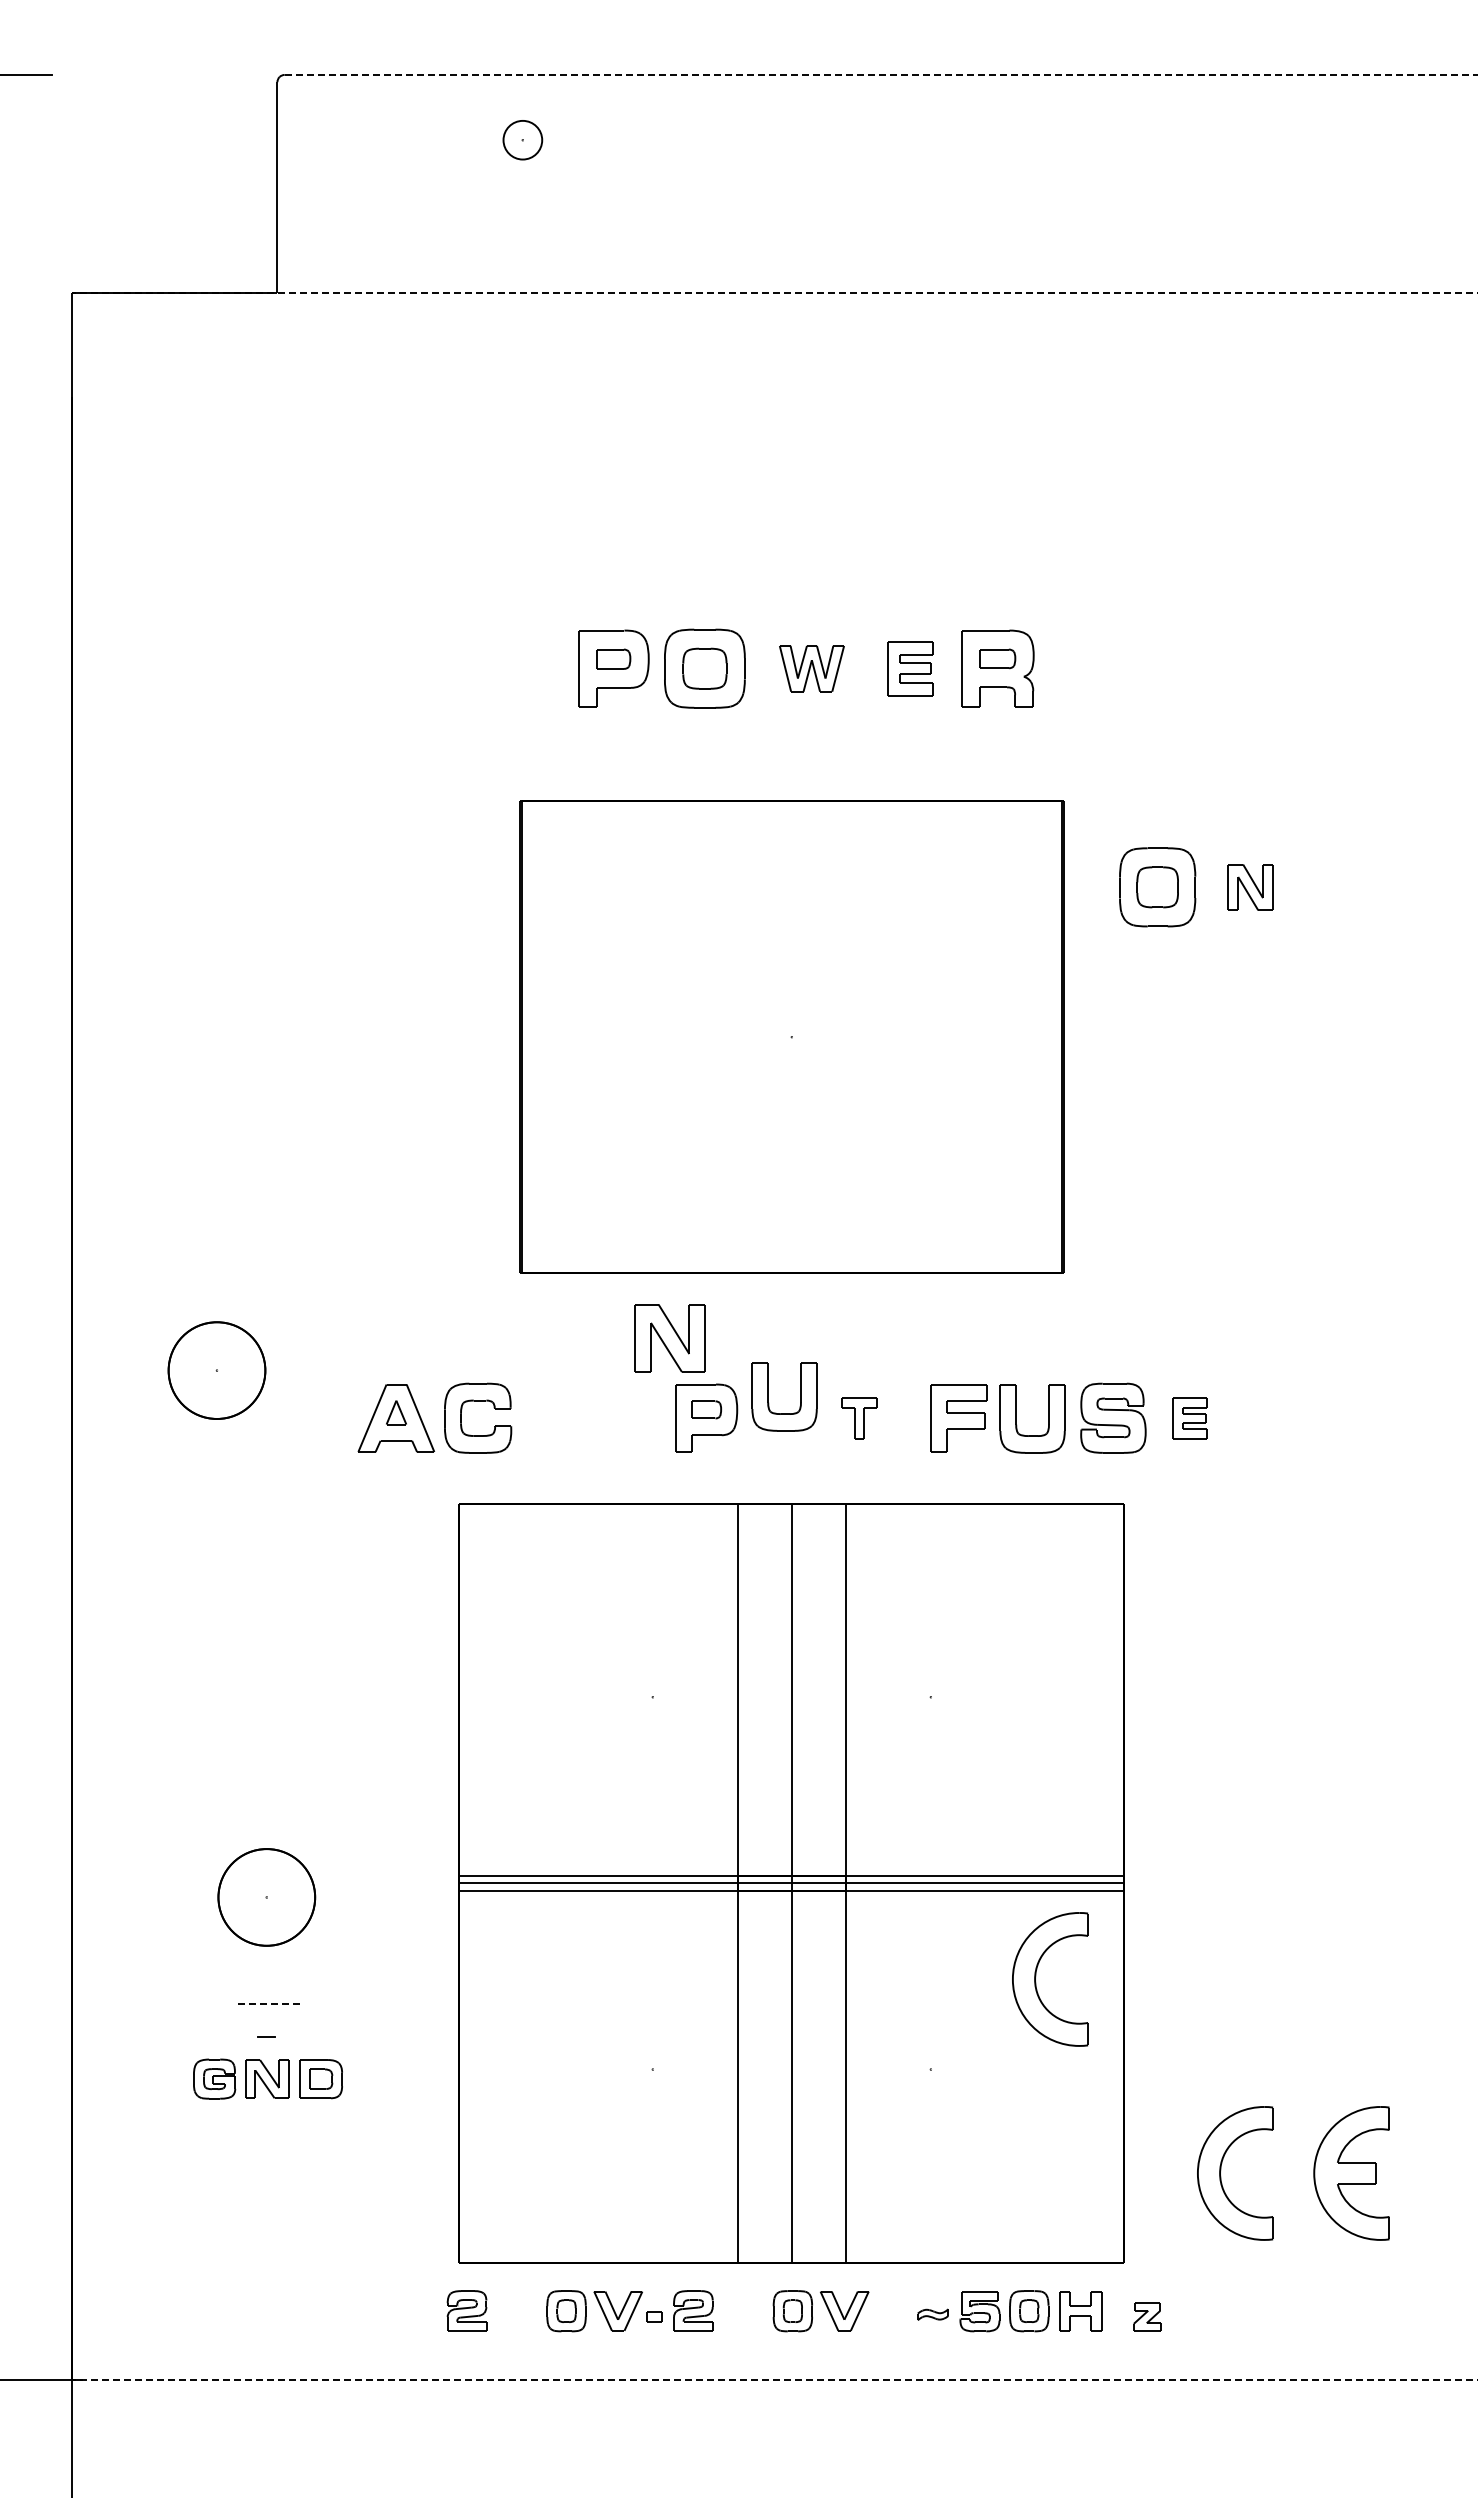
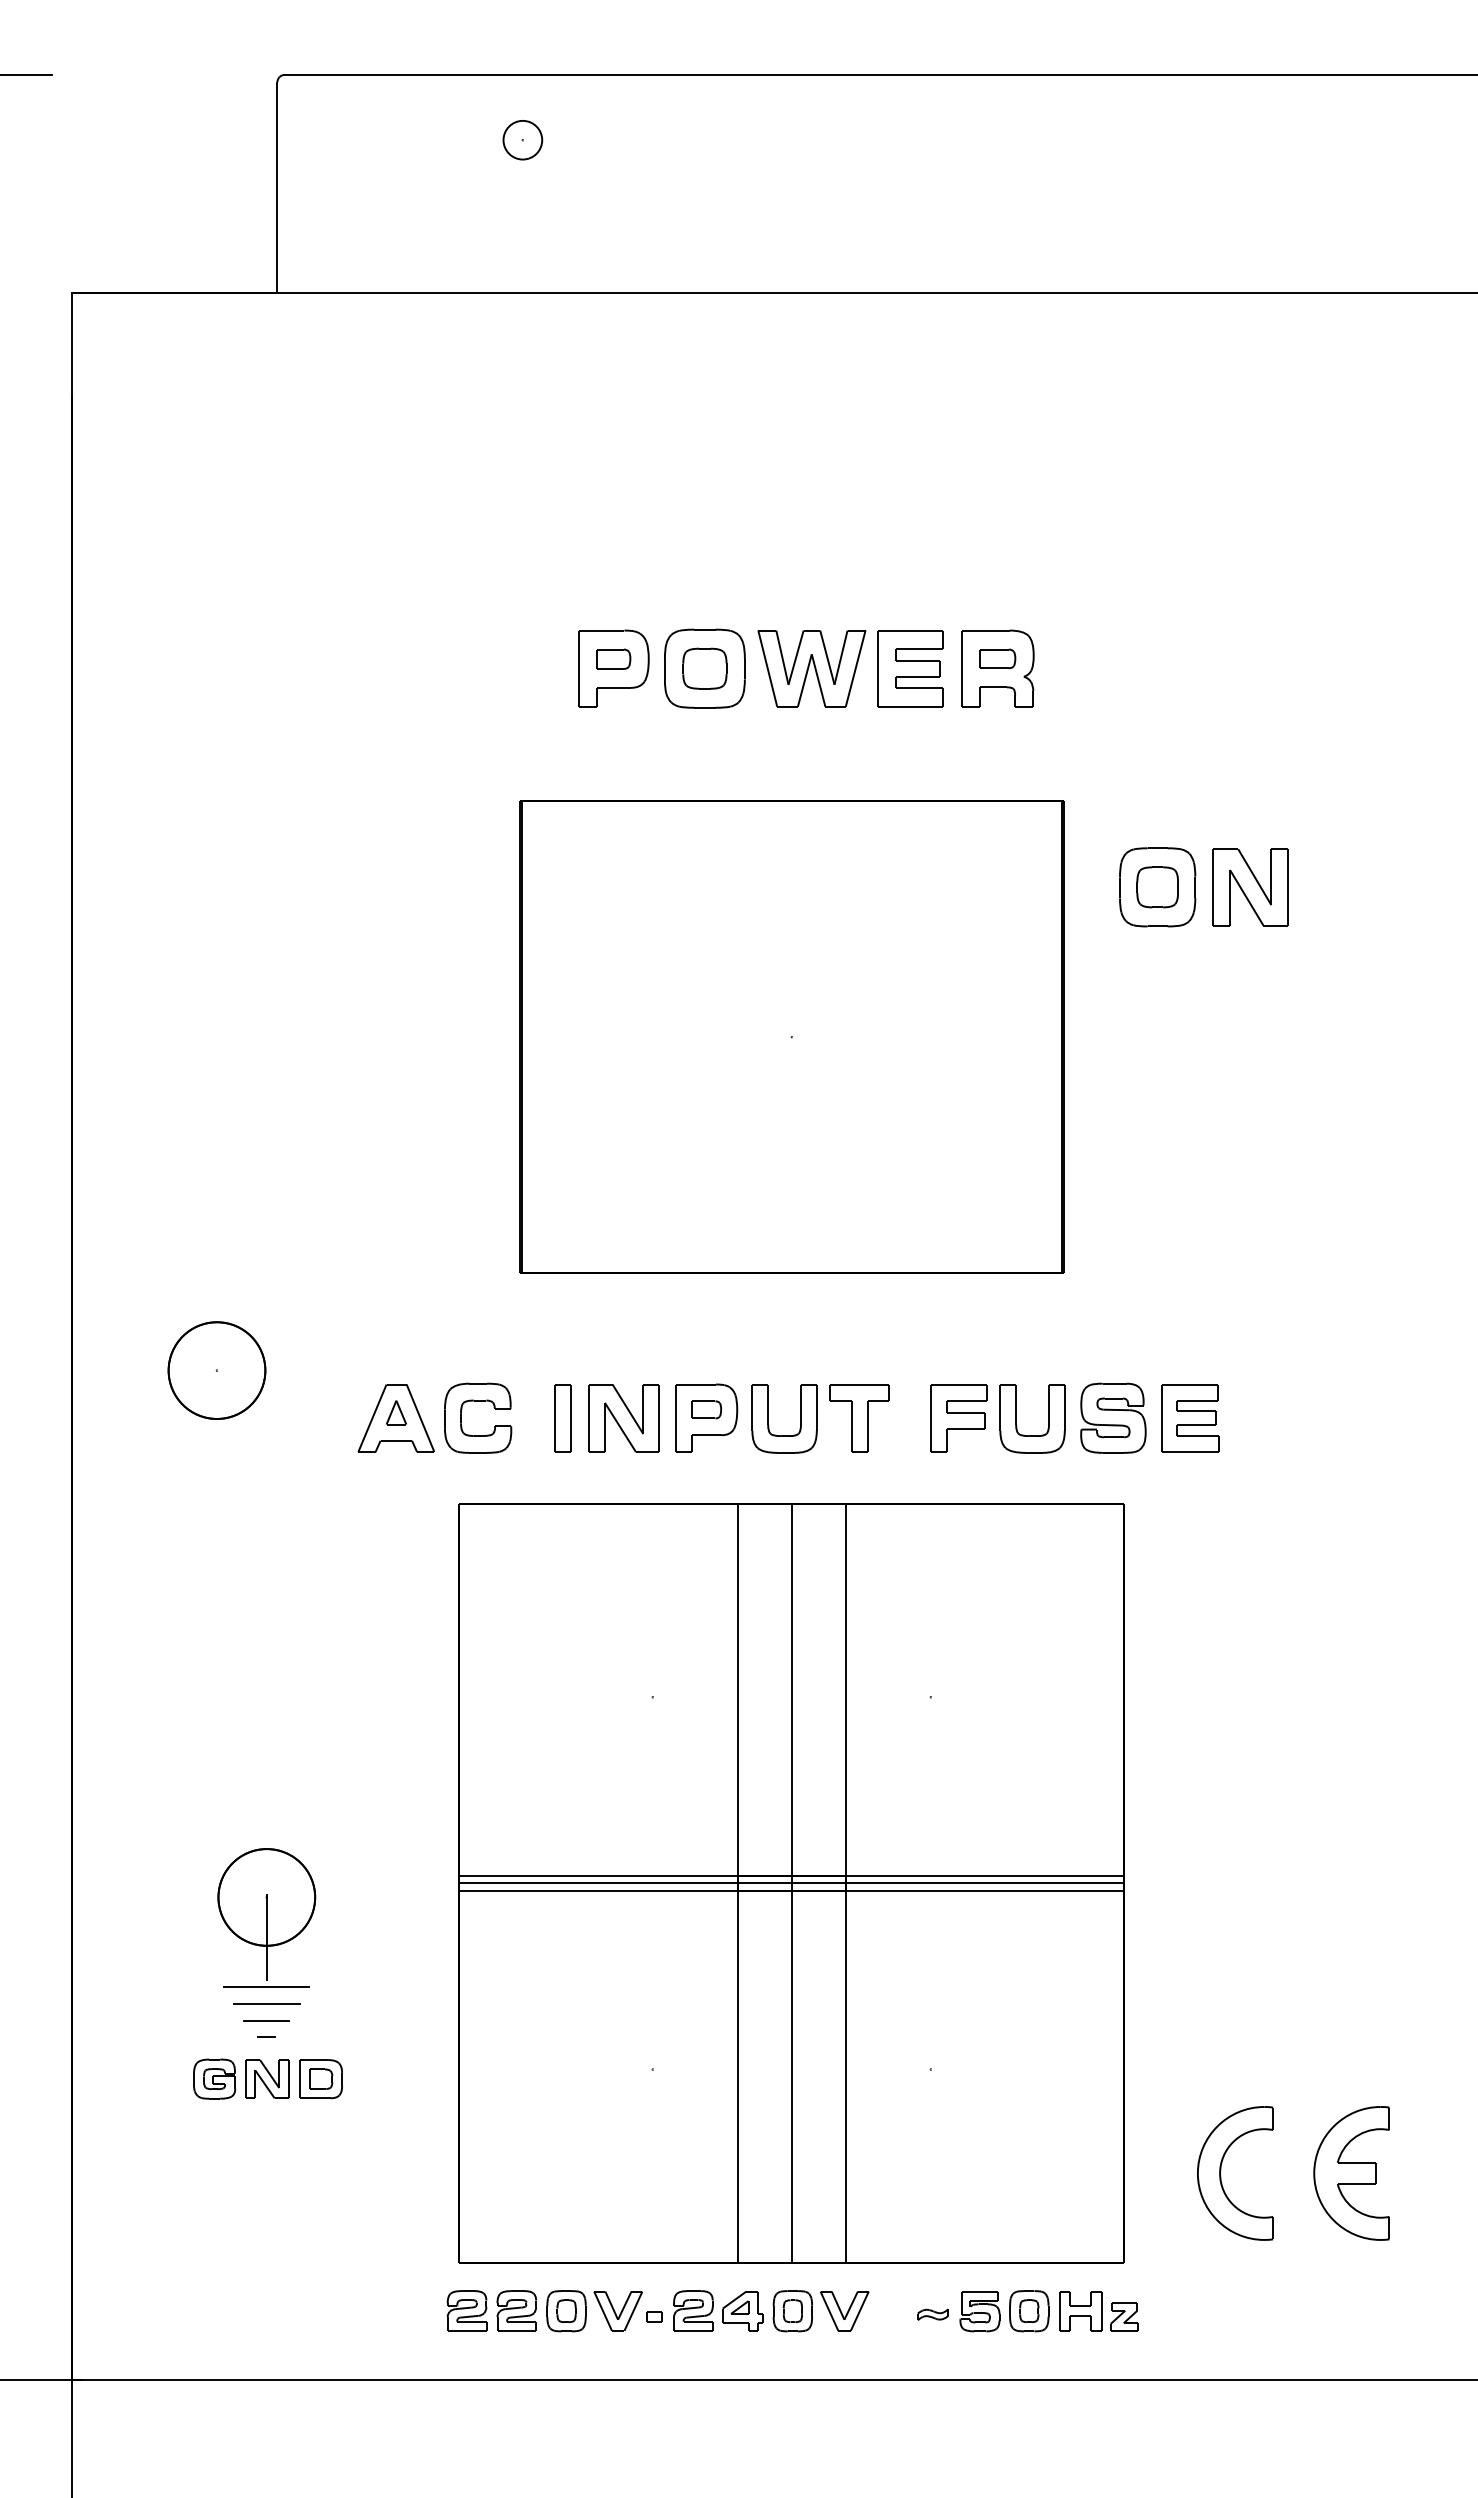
line at (880, 74): dashed -> solid
line at (773, 292): dashed -> solid
part at (811, 668) size: 66x48 px -> 110x78 px
part at (910, 668) size: 47x56 px -> 67x78 px
part at (1250, 887) size: 47x47 px -> 77x79 px
part at (669, 1338) position: (669, 1338) -> (623, 1418)
part at (768, 1396) position: (768, 1396) -> (768, 1418)
part at (562, 1418): none -> present
part at (859, 1418) size: 37x43 px -> 61x69 px
part at (1189, 1418) size: 36x43 px -> 59x69 px
line at (266, 1937): none -> present
part at (1036, 1976): present -> none
line at (266, 1987): none -> present
line at (266, 2004): dashed -> solid
line at (266, 2020): none -> present
part at (516, 2310): none -> present
part at (742, 2311): none -> present
part at (1147, 2316) position: (1147, 2316) -> (1124, 2316)
line at (773, 2380): dashed -> solid
